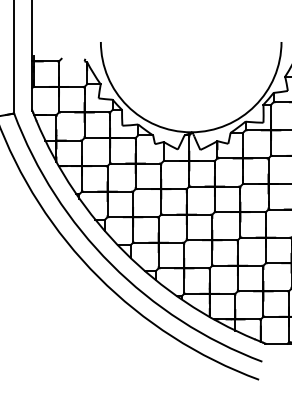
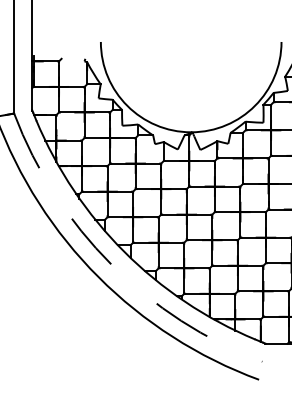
arc at (111, 264): solid -> dashed
